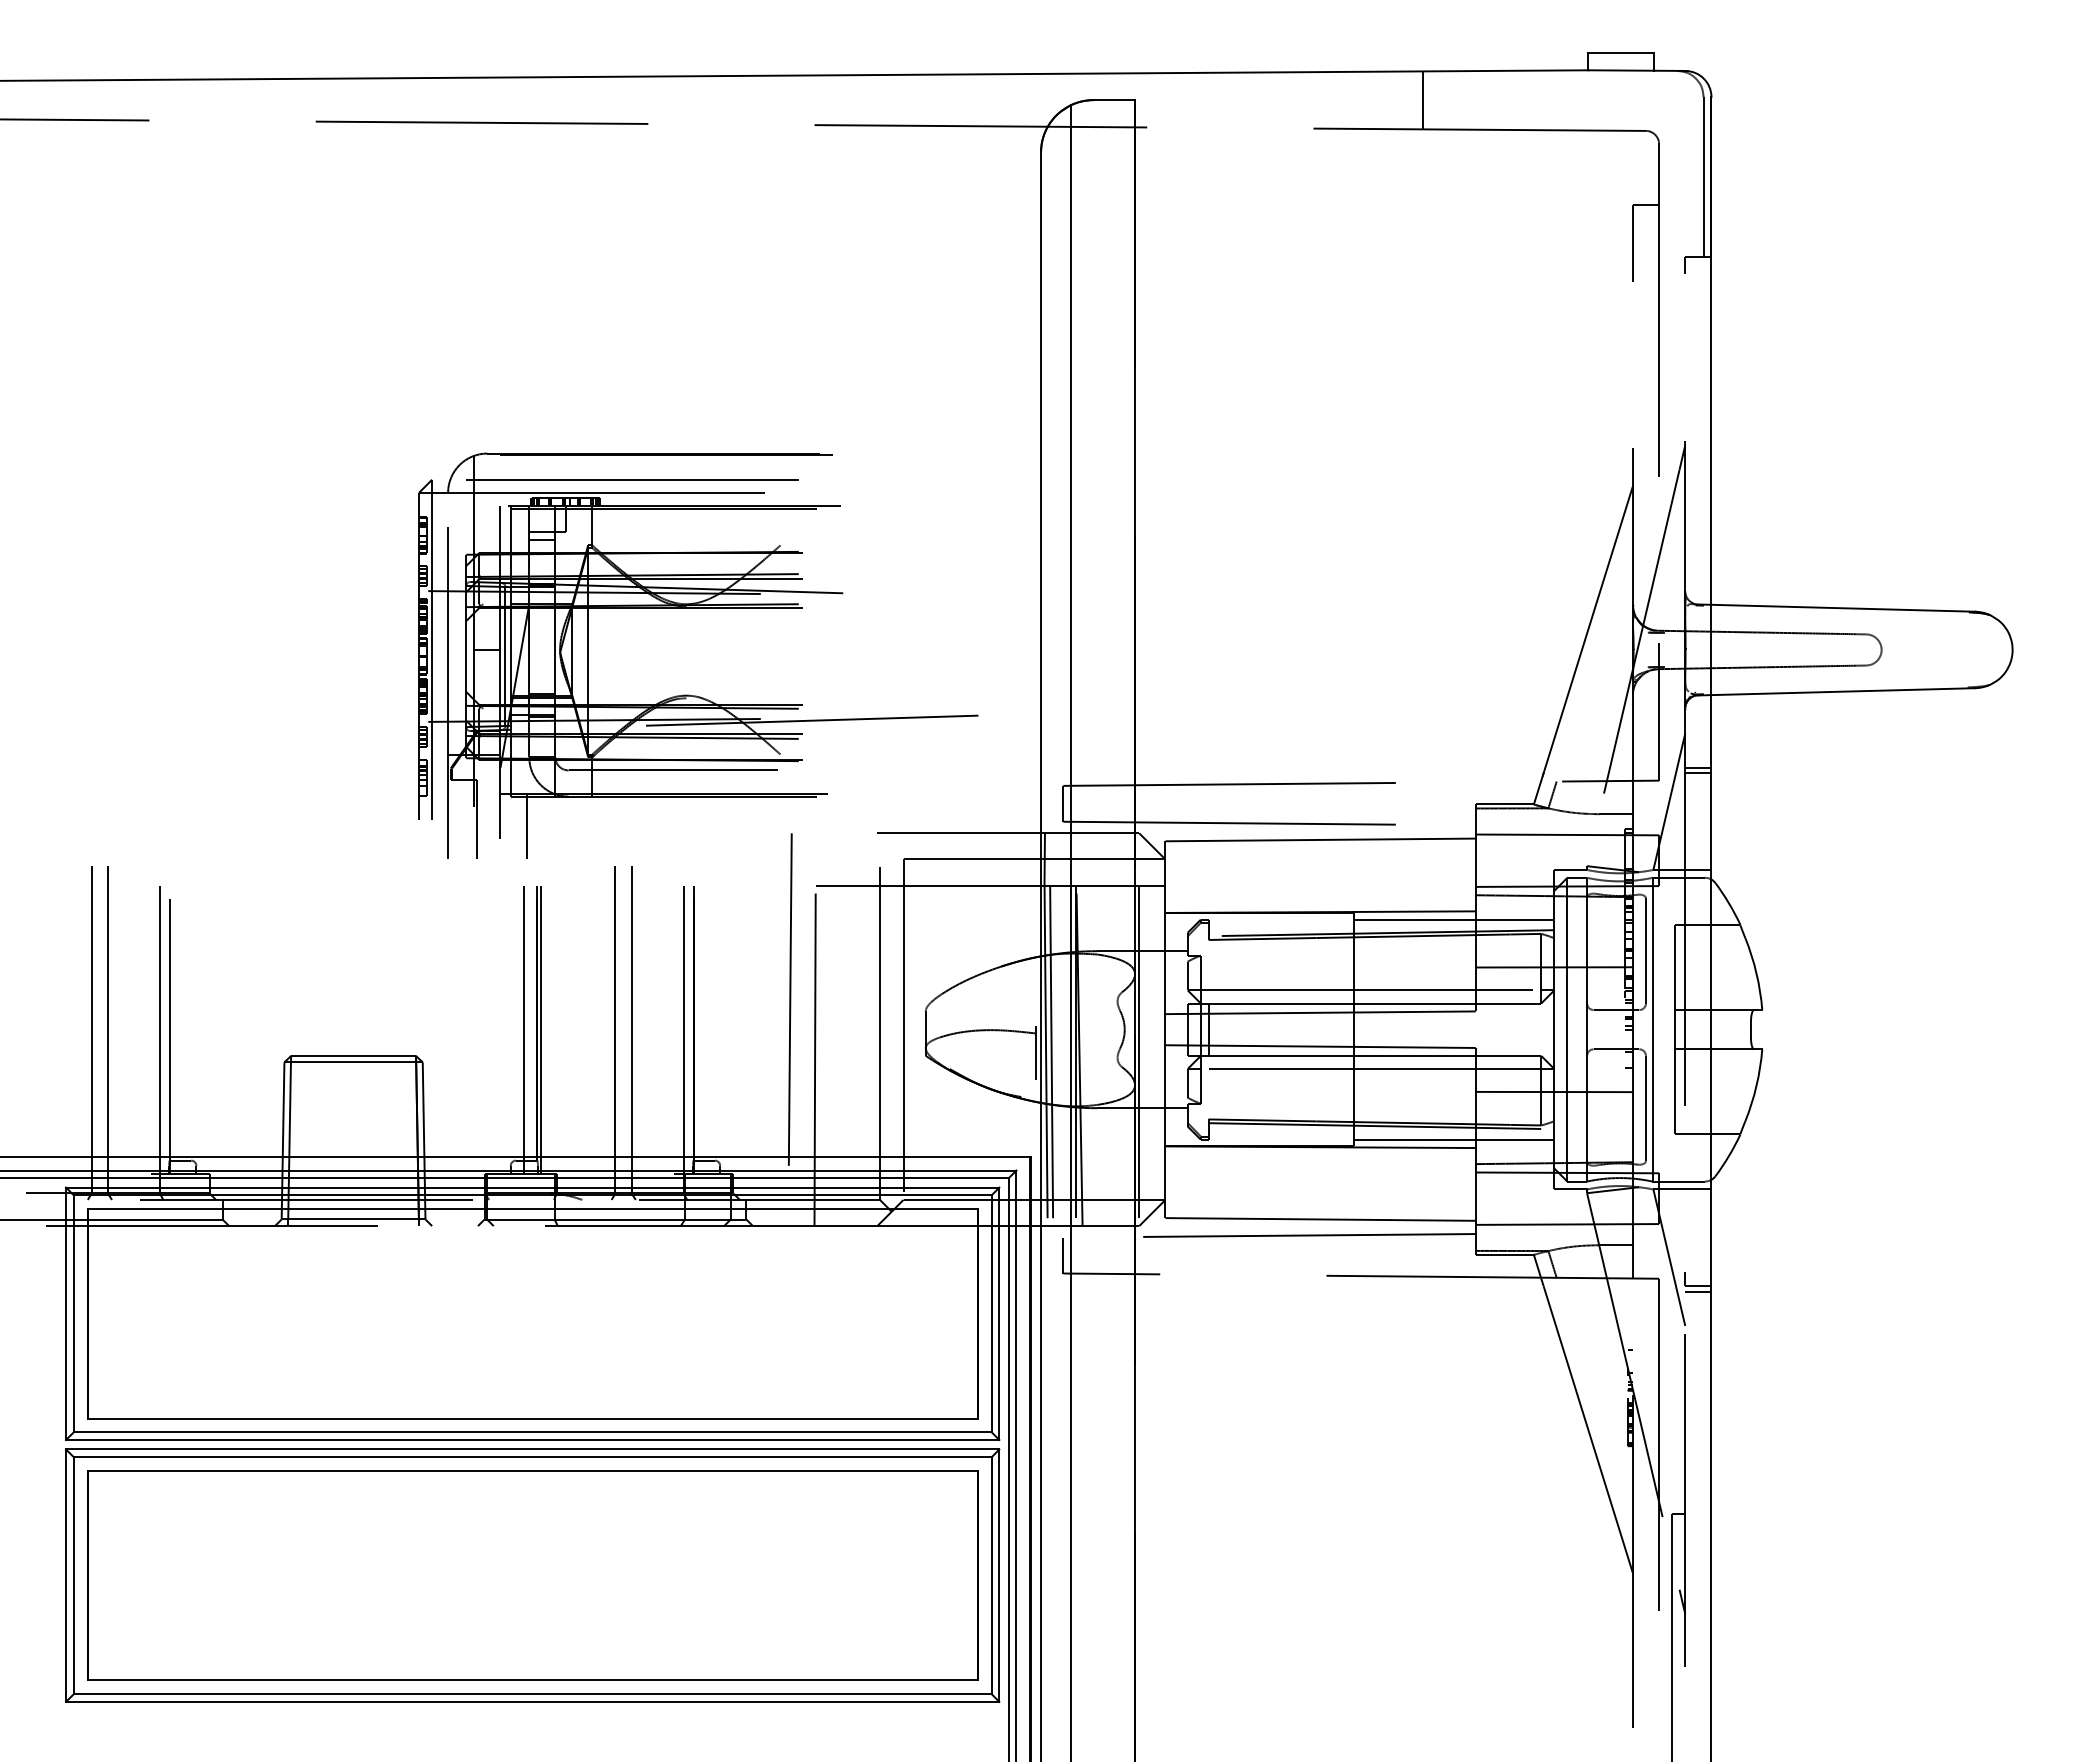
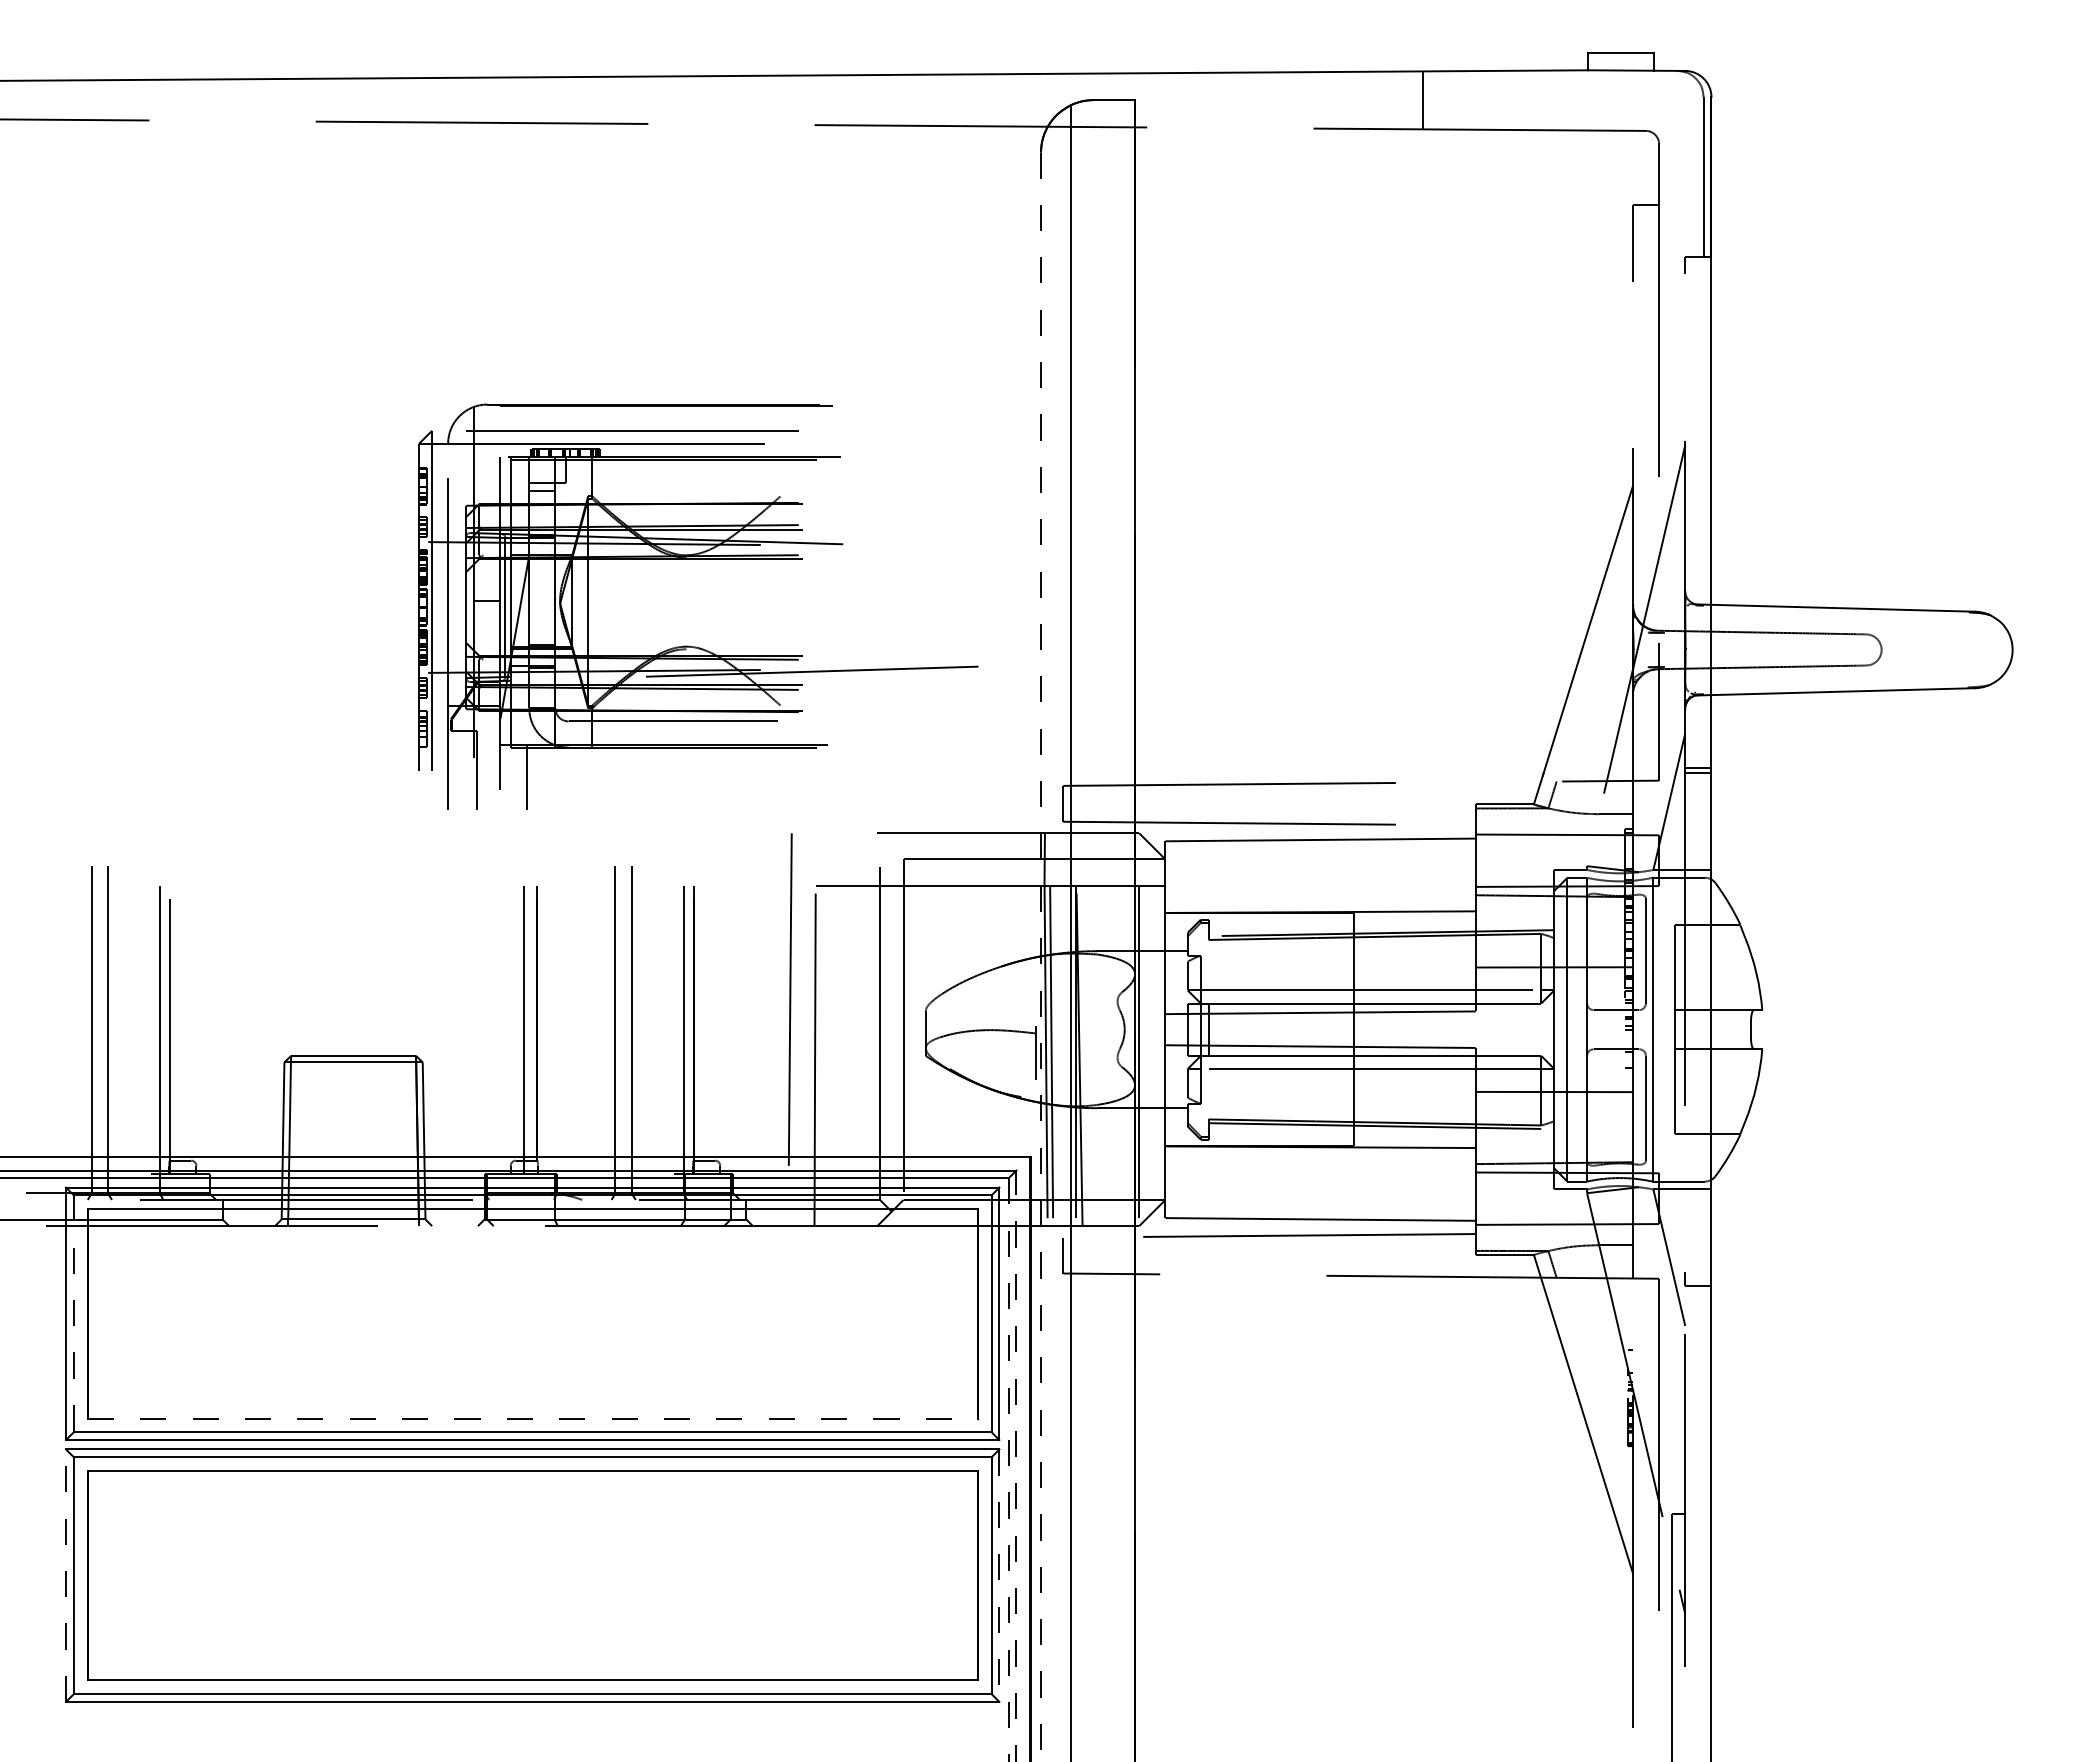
part at (690, 694) position: (690, 694) -> (690, 645)
line at (1453, 919): present -> none
line at (1041, 956): solid -> dashed
line at (540, 1029): present -> none
line at (1453, 1139): present -> none
line at (1698, 1291): present -> none
line at (73, 1313): solid -> dashed
line at (533, 1418): solid -> dashed
line at (1016, 1465): solid -> dashed
line at (1008, 1470): solid -> dashed
line at (66, 1575): solid -> dashed
line at (999, 1576): solid -> dashed
